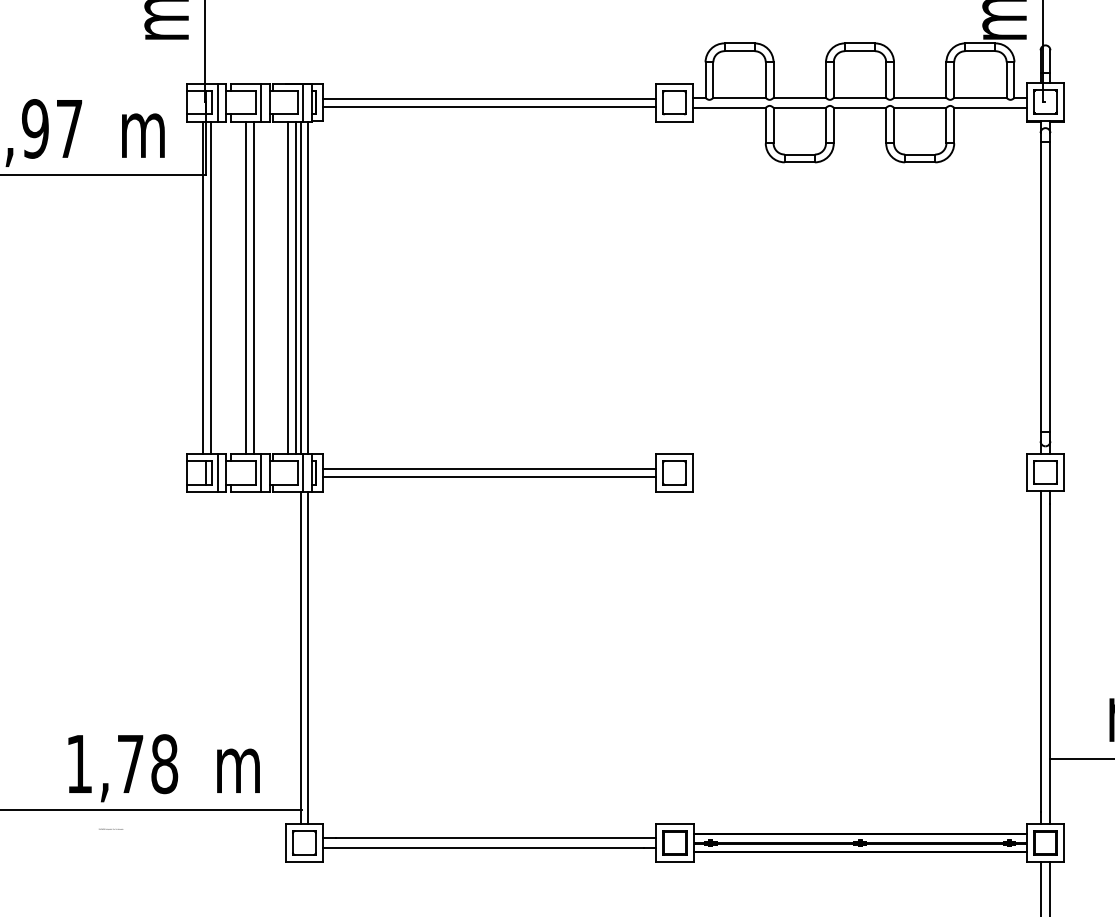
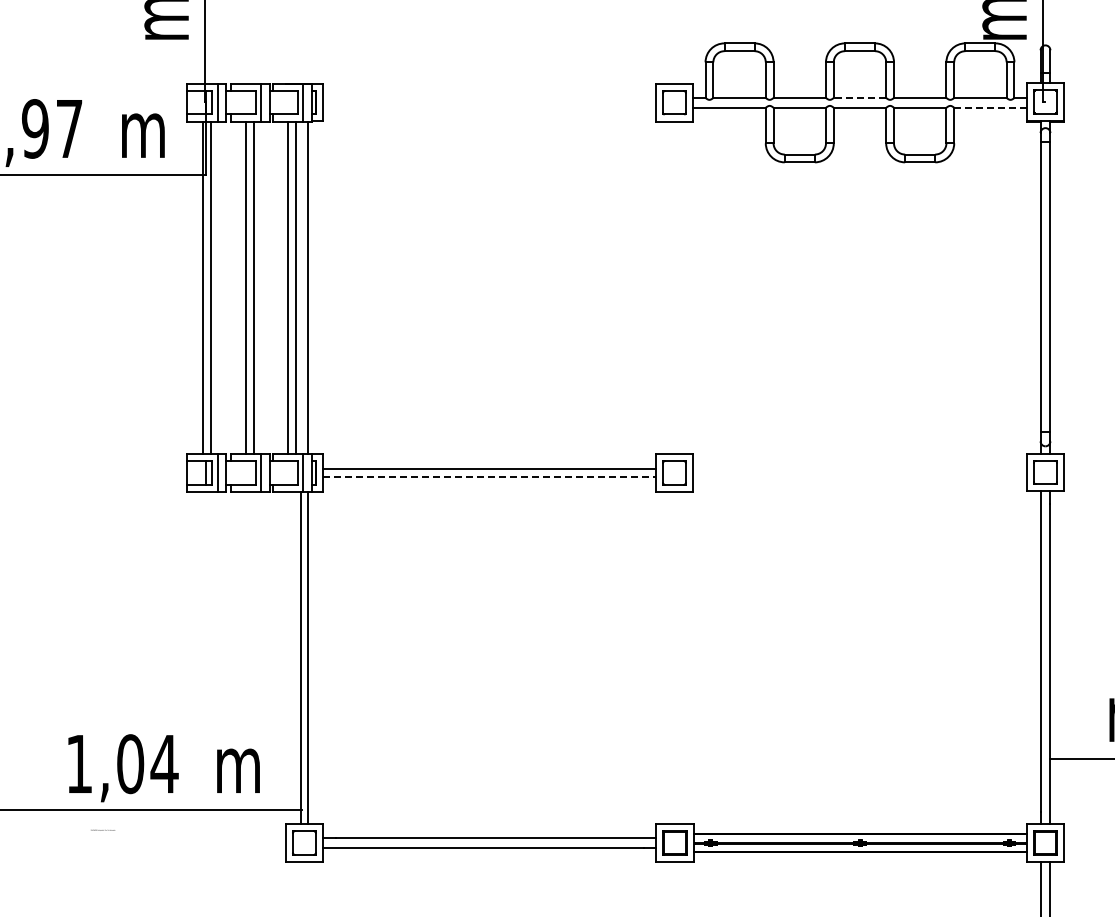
line at (859, 97): solid -> dashed
line at (489, 98): present -> none
line at (489, 106): present -> none
line at (990, 107): solid -> dashed
line at (300, 287): present -> none
line at (489, 476): solid -> dashed
text at (147, 764): 1,78 -> 1,04
text at (111, 828) position: (111, 828) -> (103, 829)
